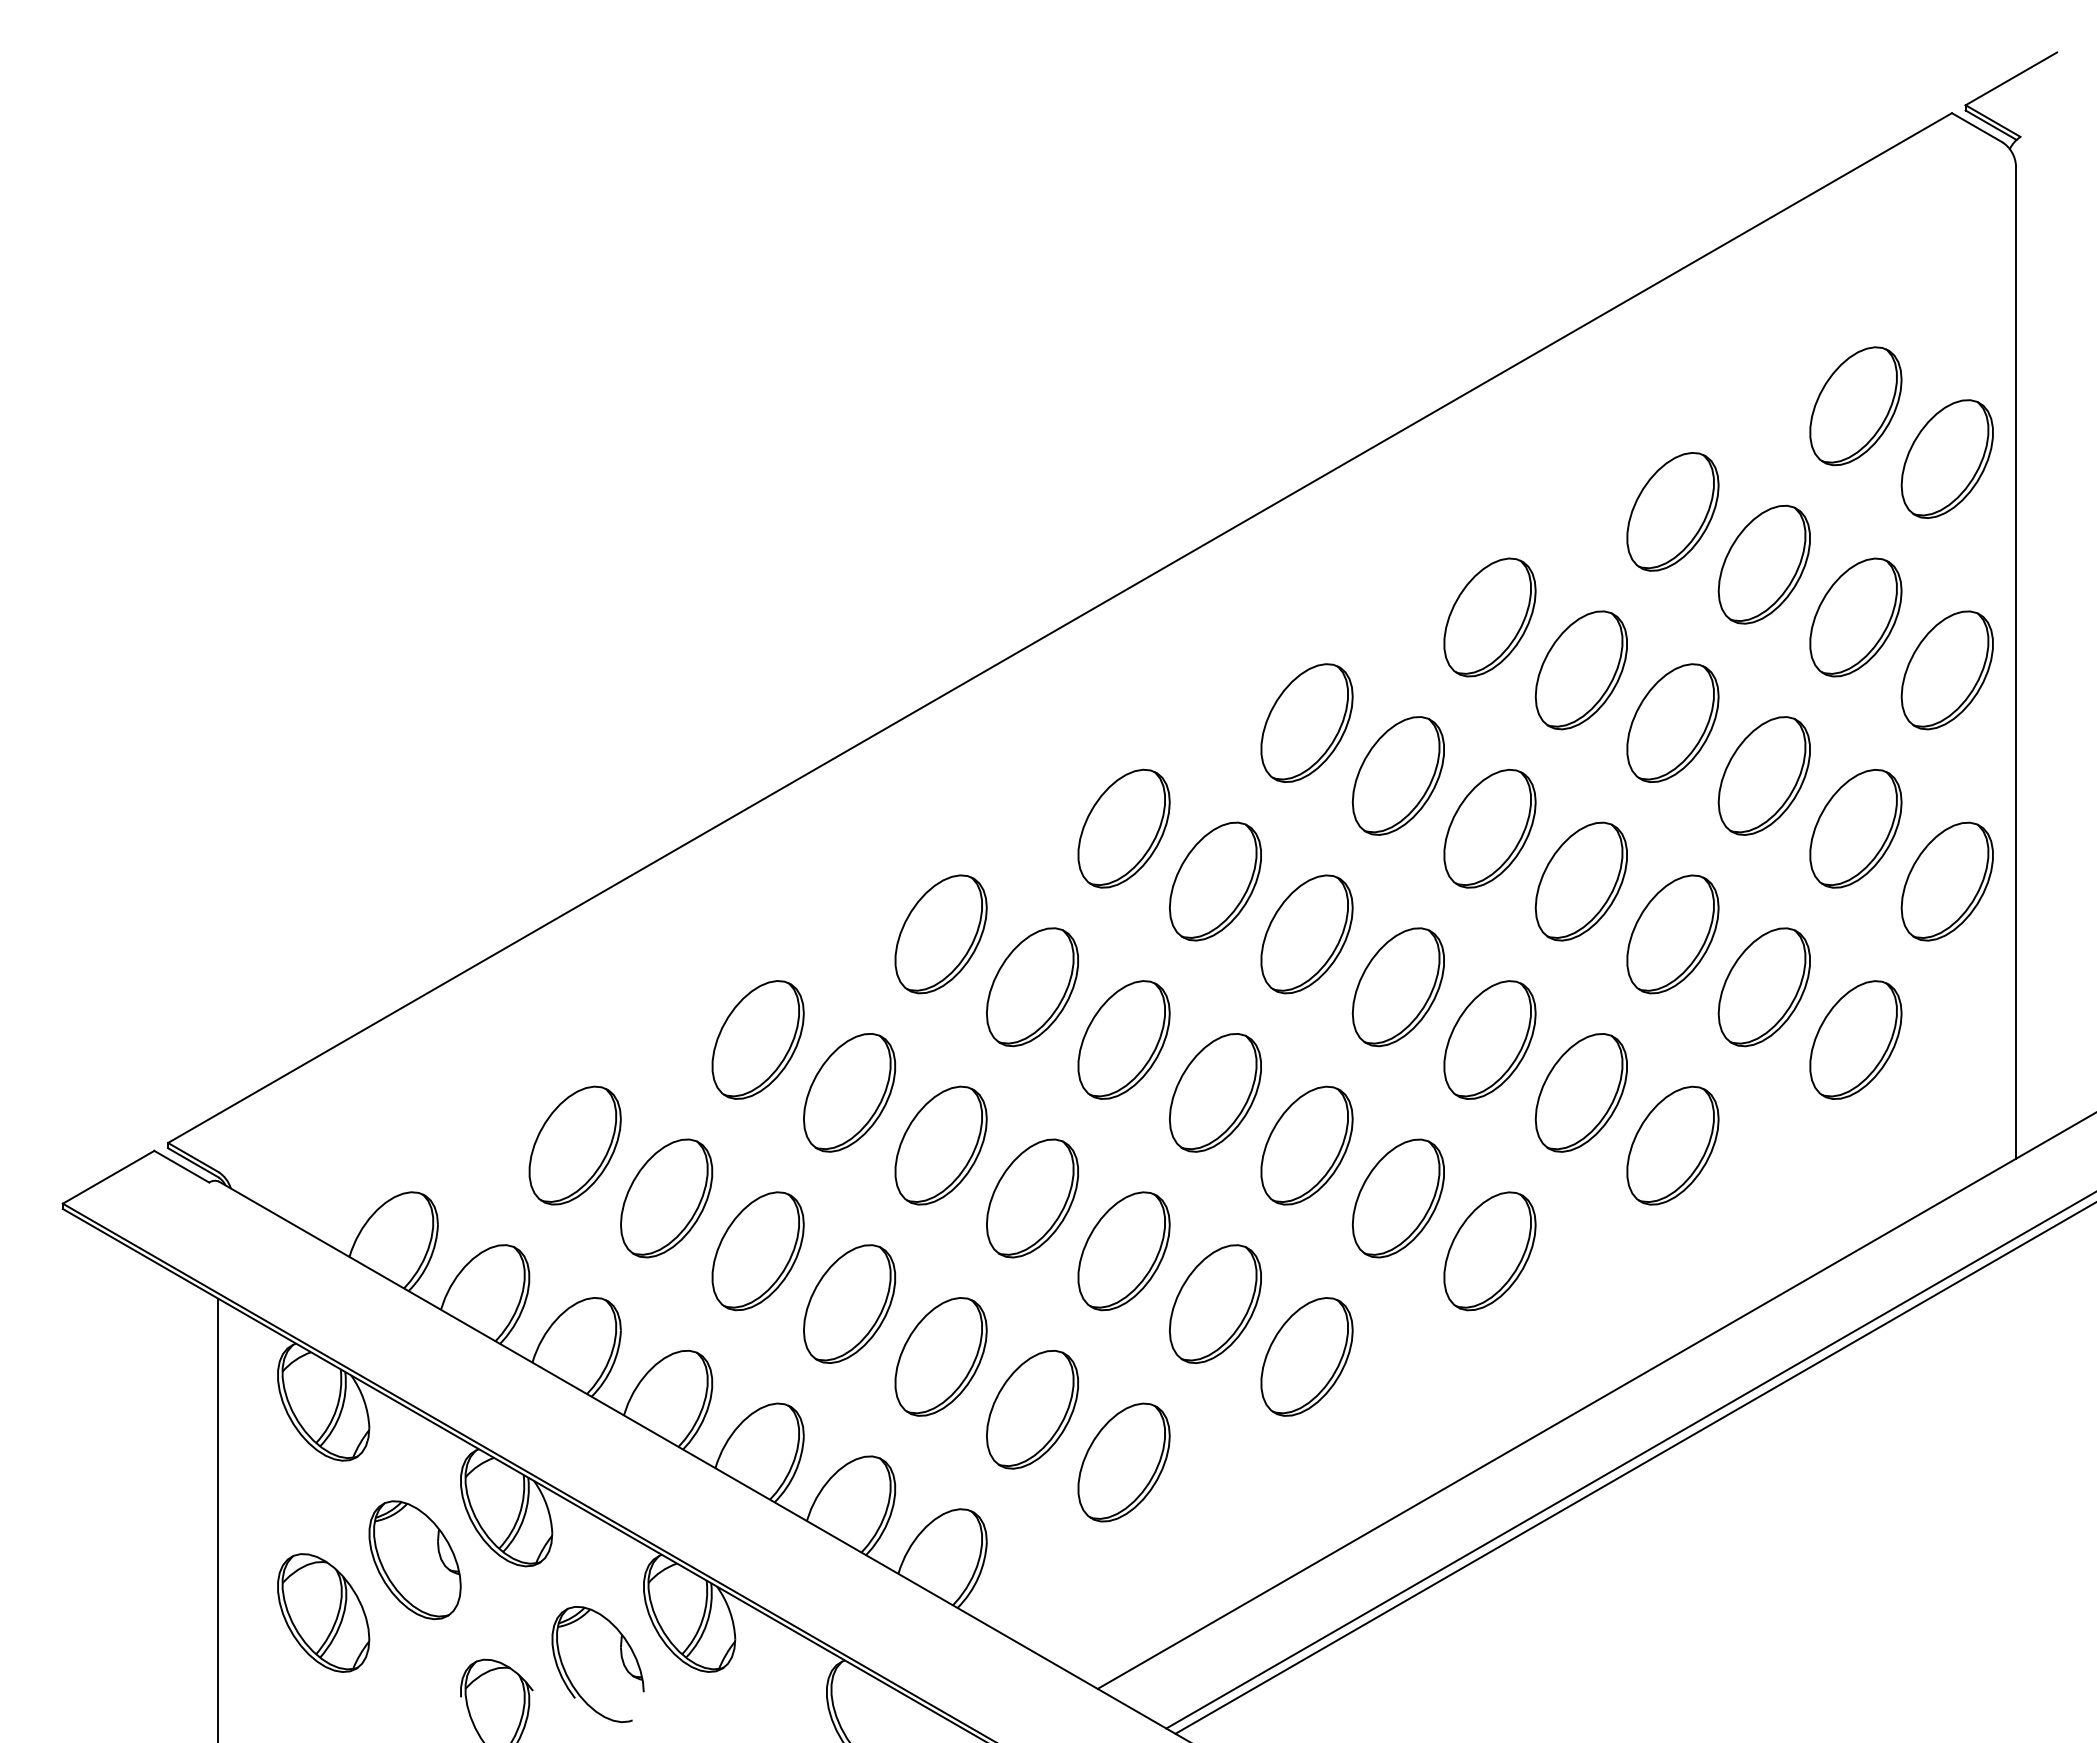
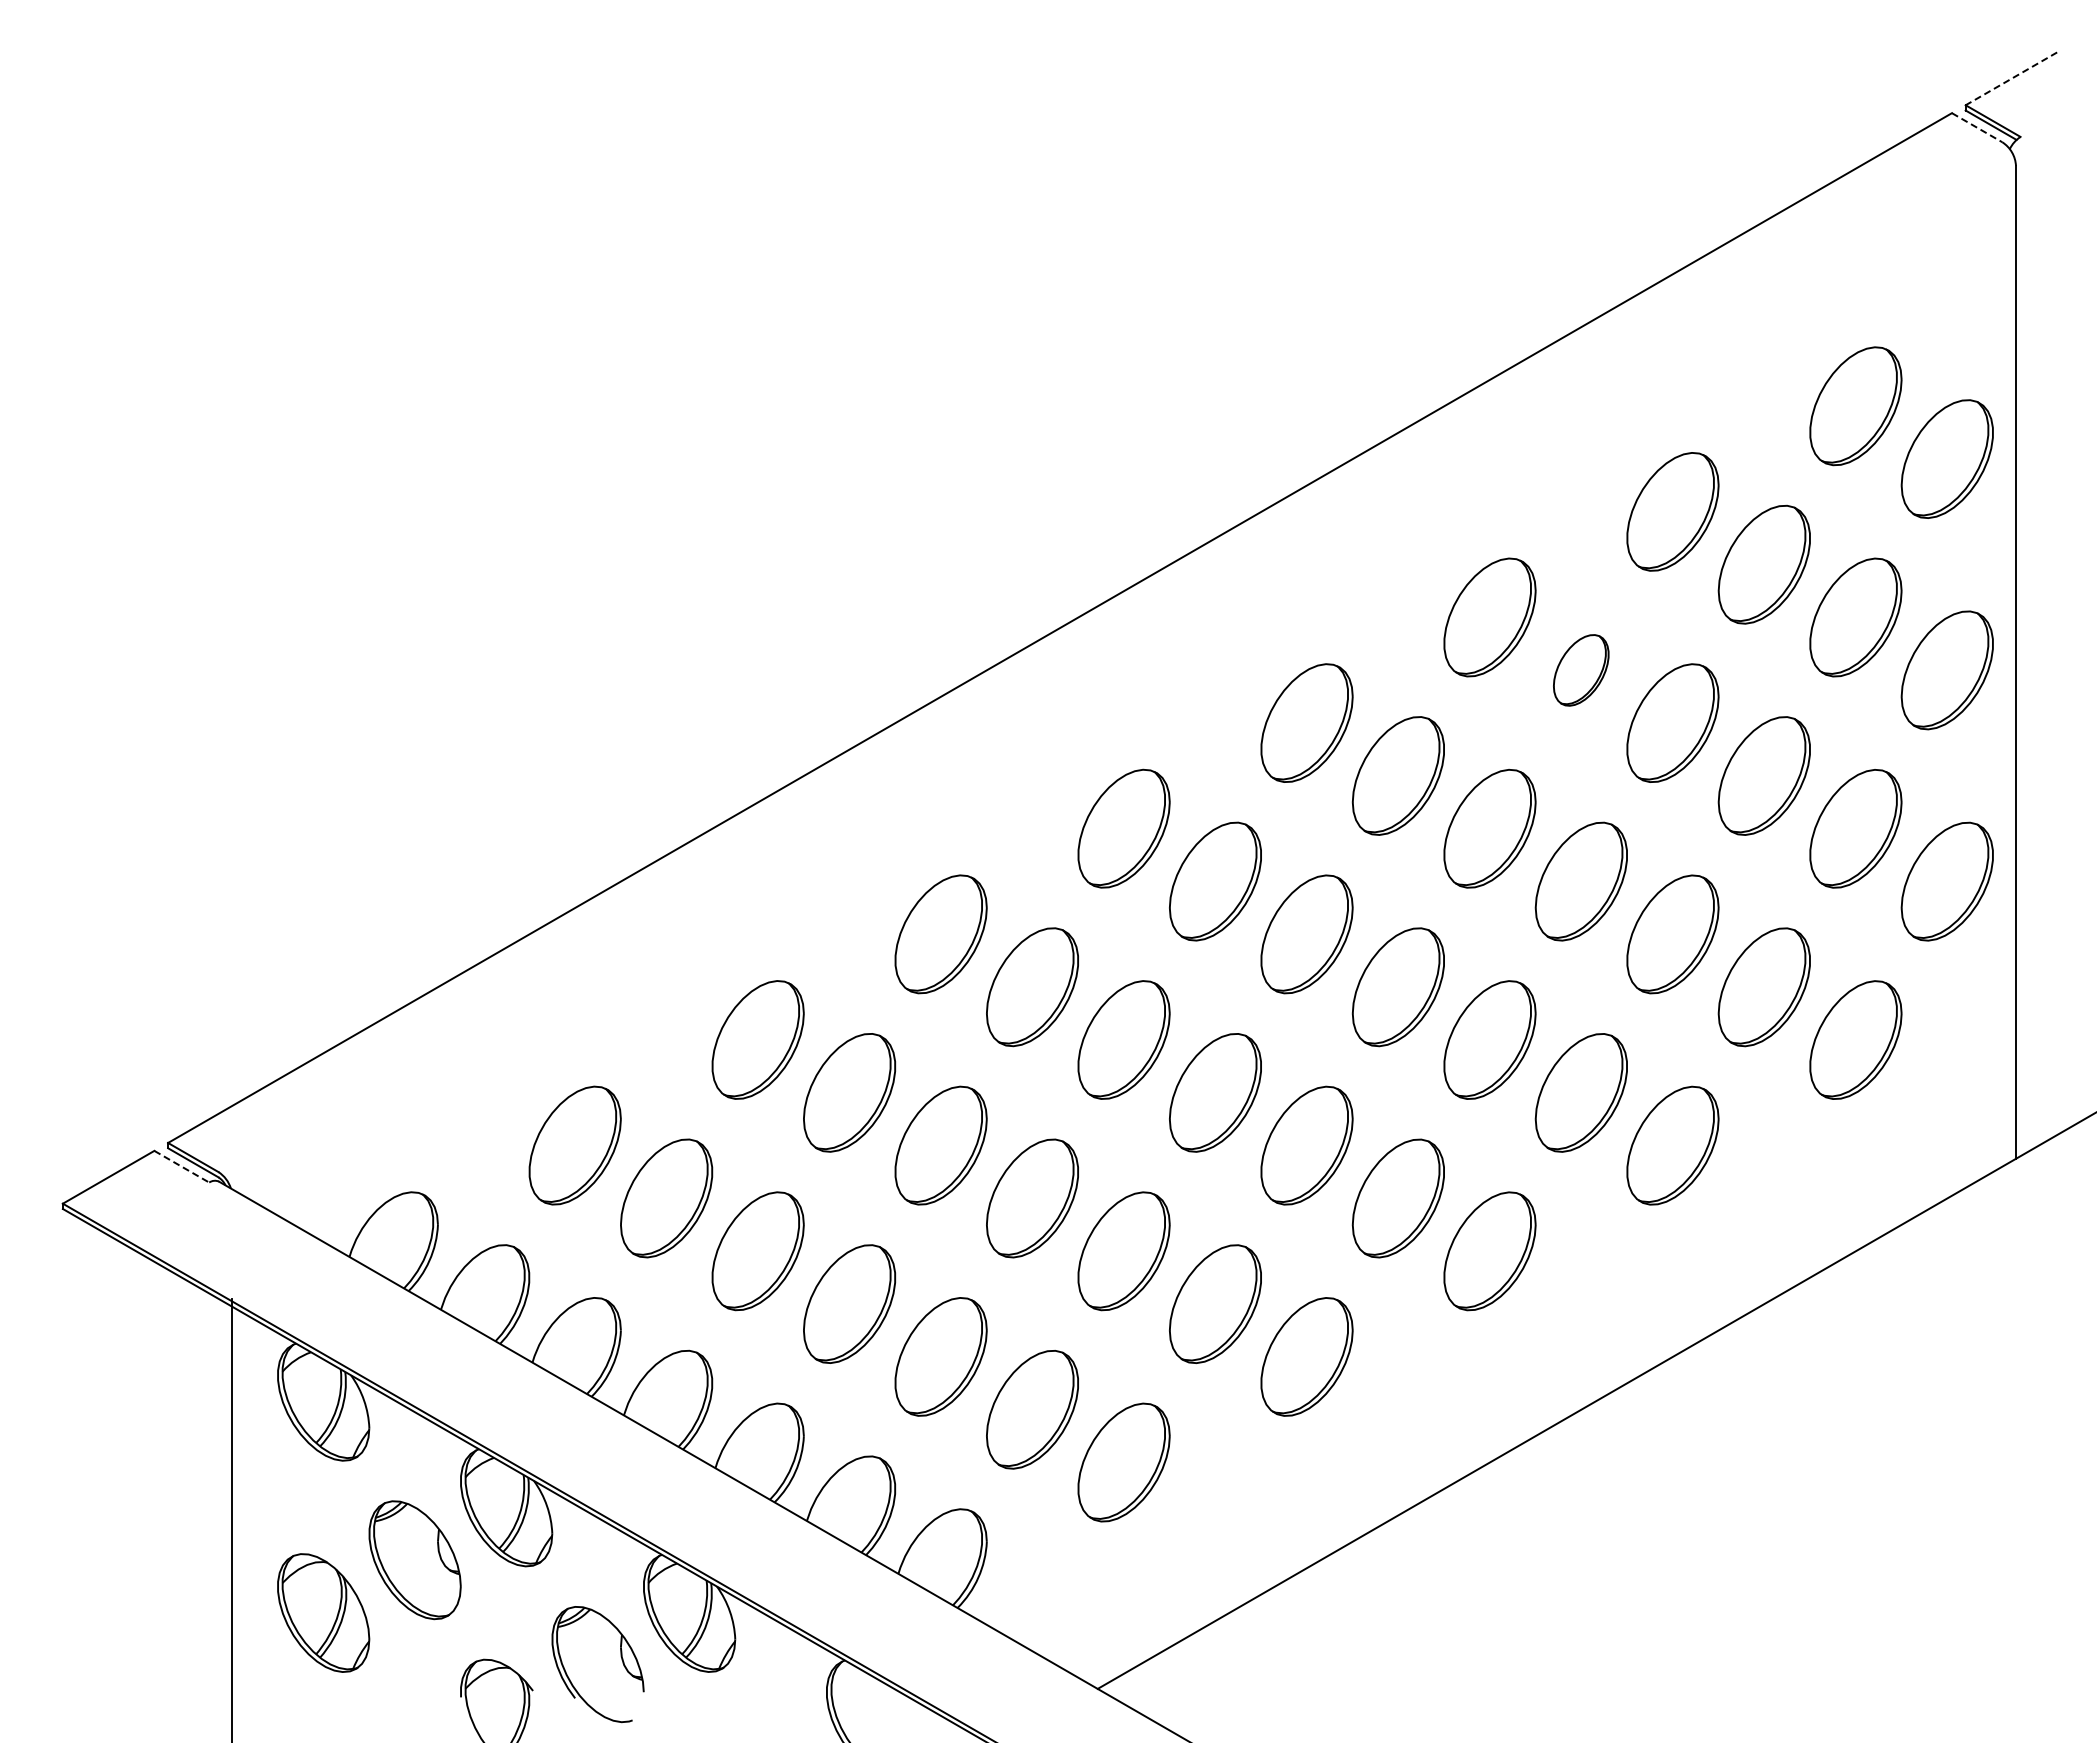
line at (2011, 78): solid -> dashed
line at (1977, 127): solid -> dashed
part at (1580, 670) size: 94x121 px -> 57x73 px
line at (181, 1166): solid -> dashed
line at (1629, 1460): present -> none
line at (1634, 1468): present -> none
line at (218, 1518) position: (218, 1518) -> (232, 1518)
